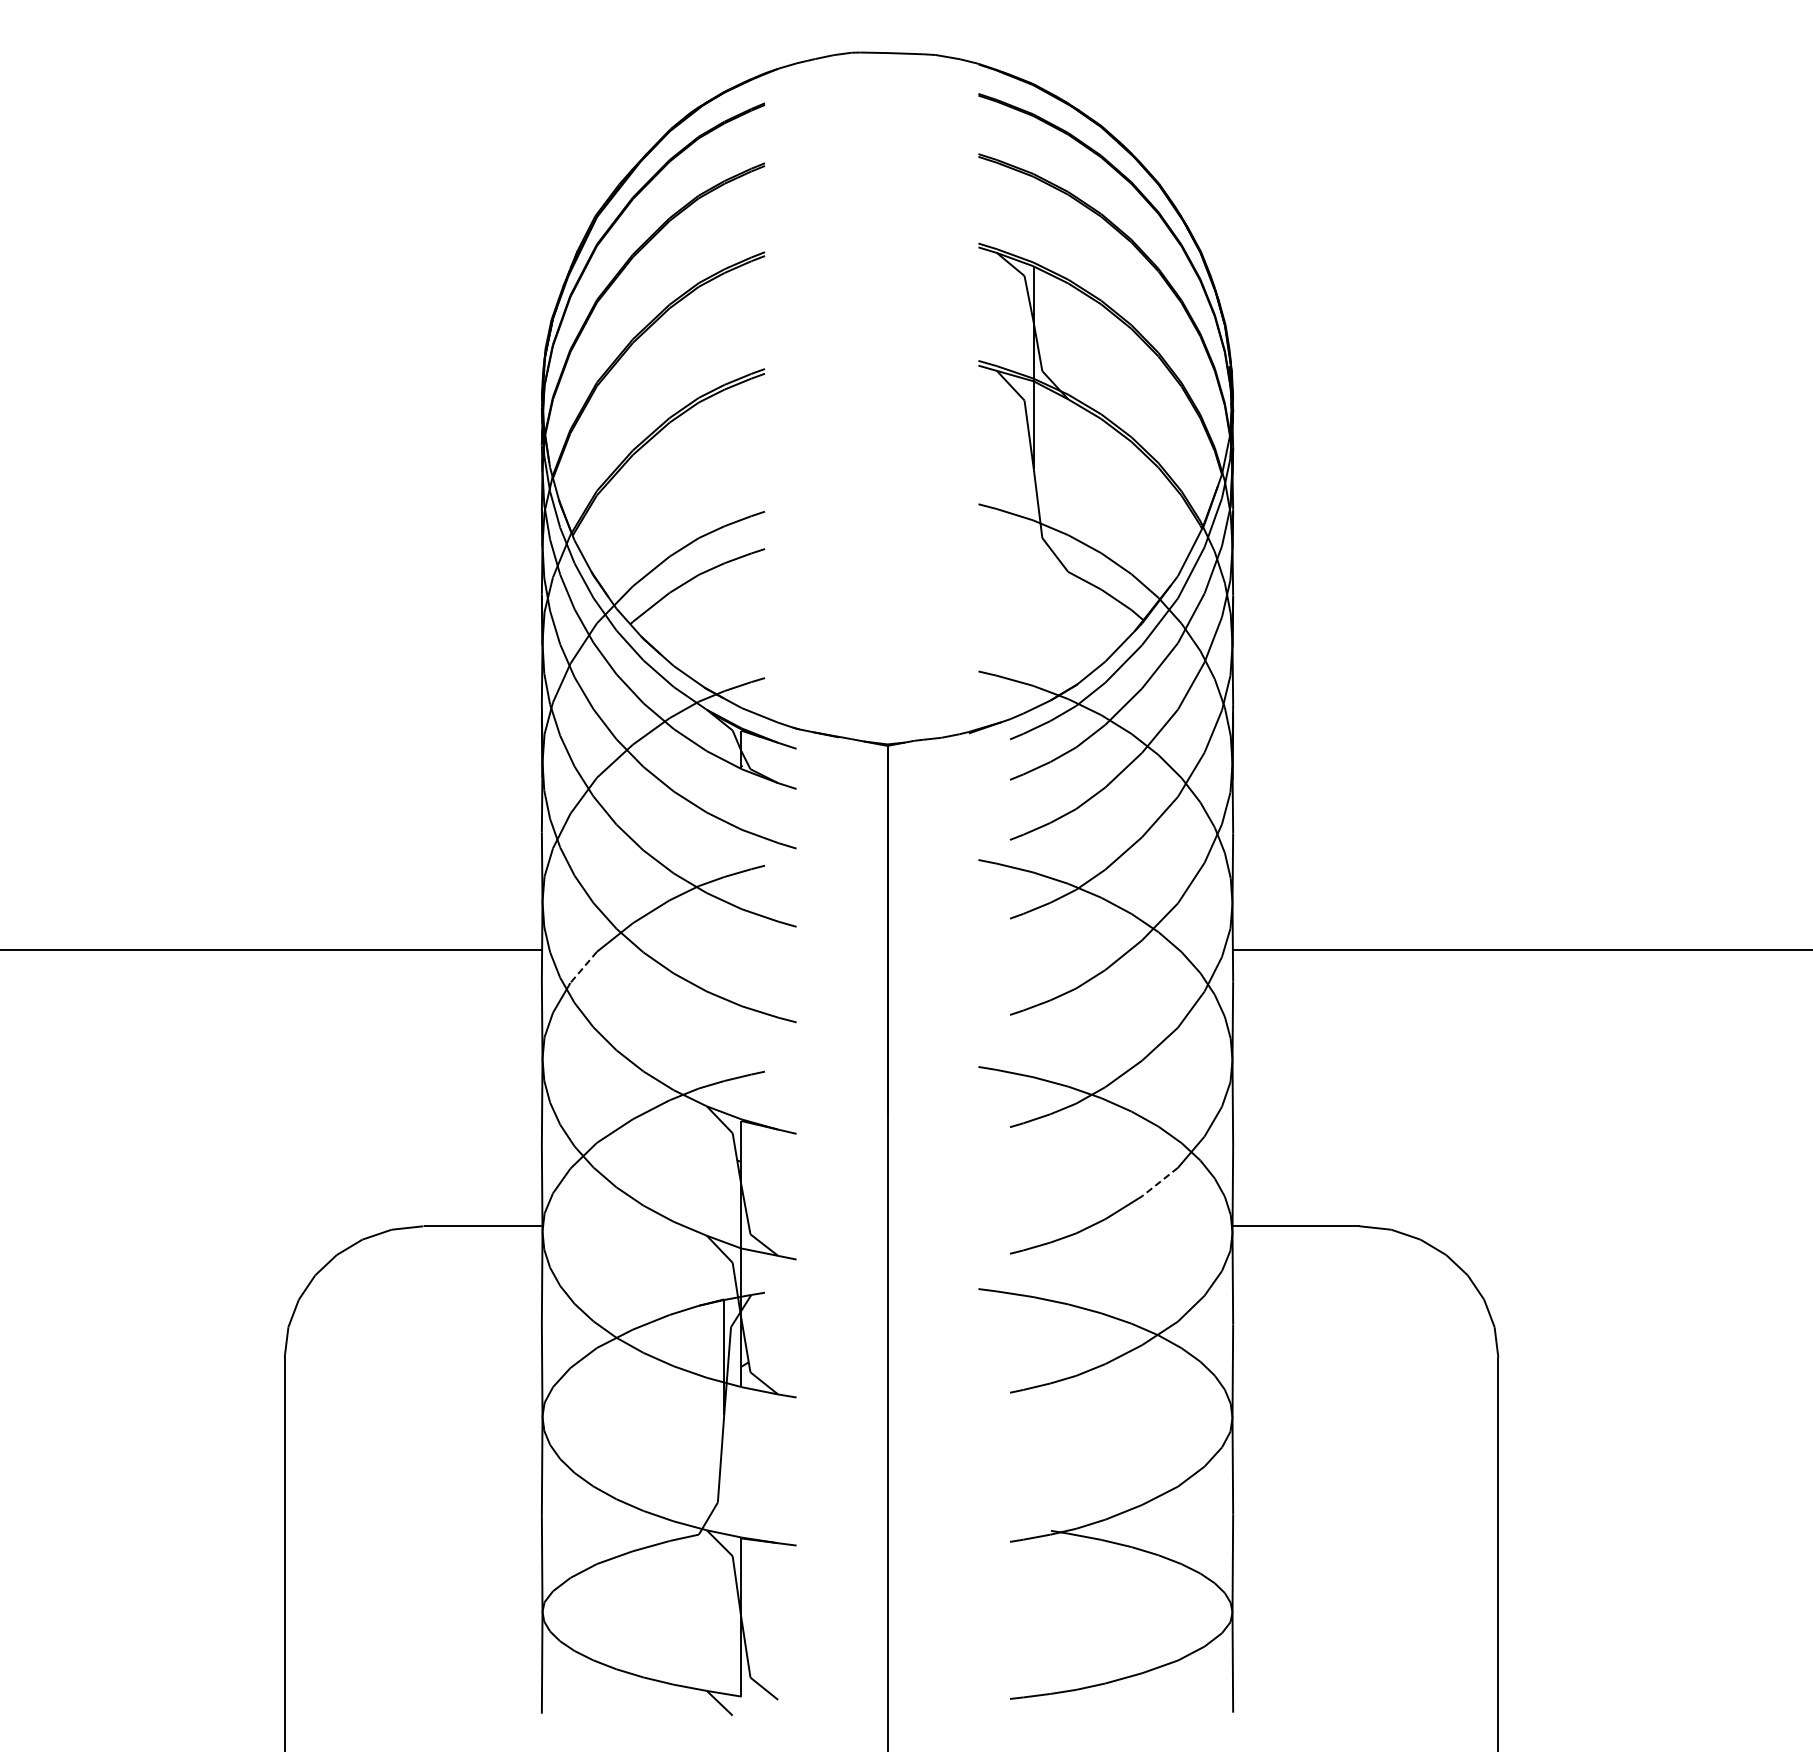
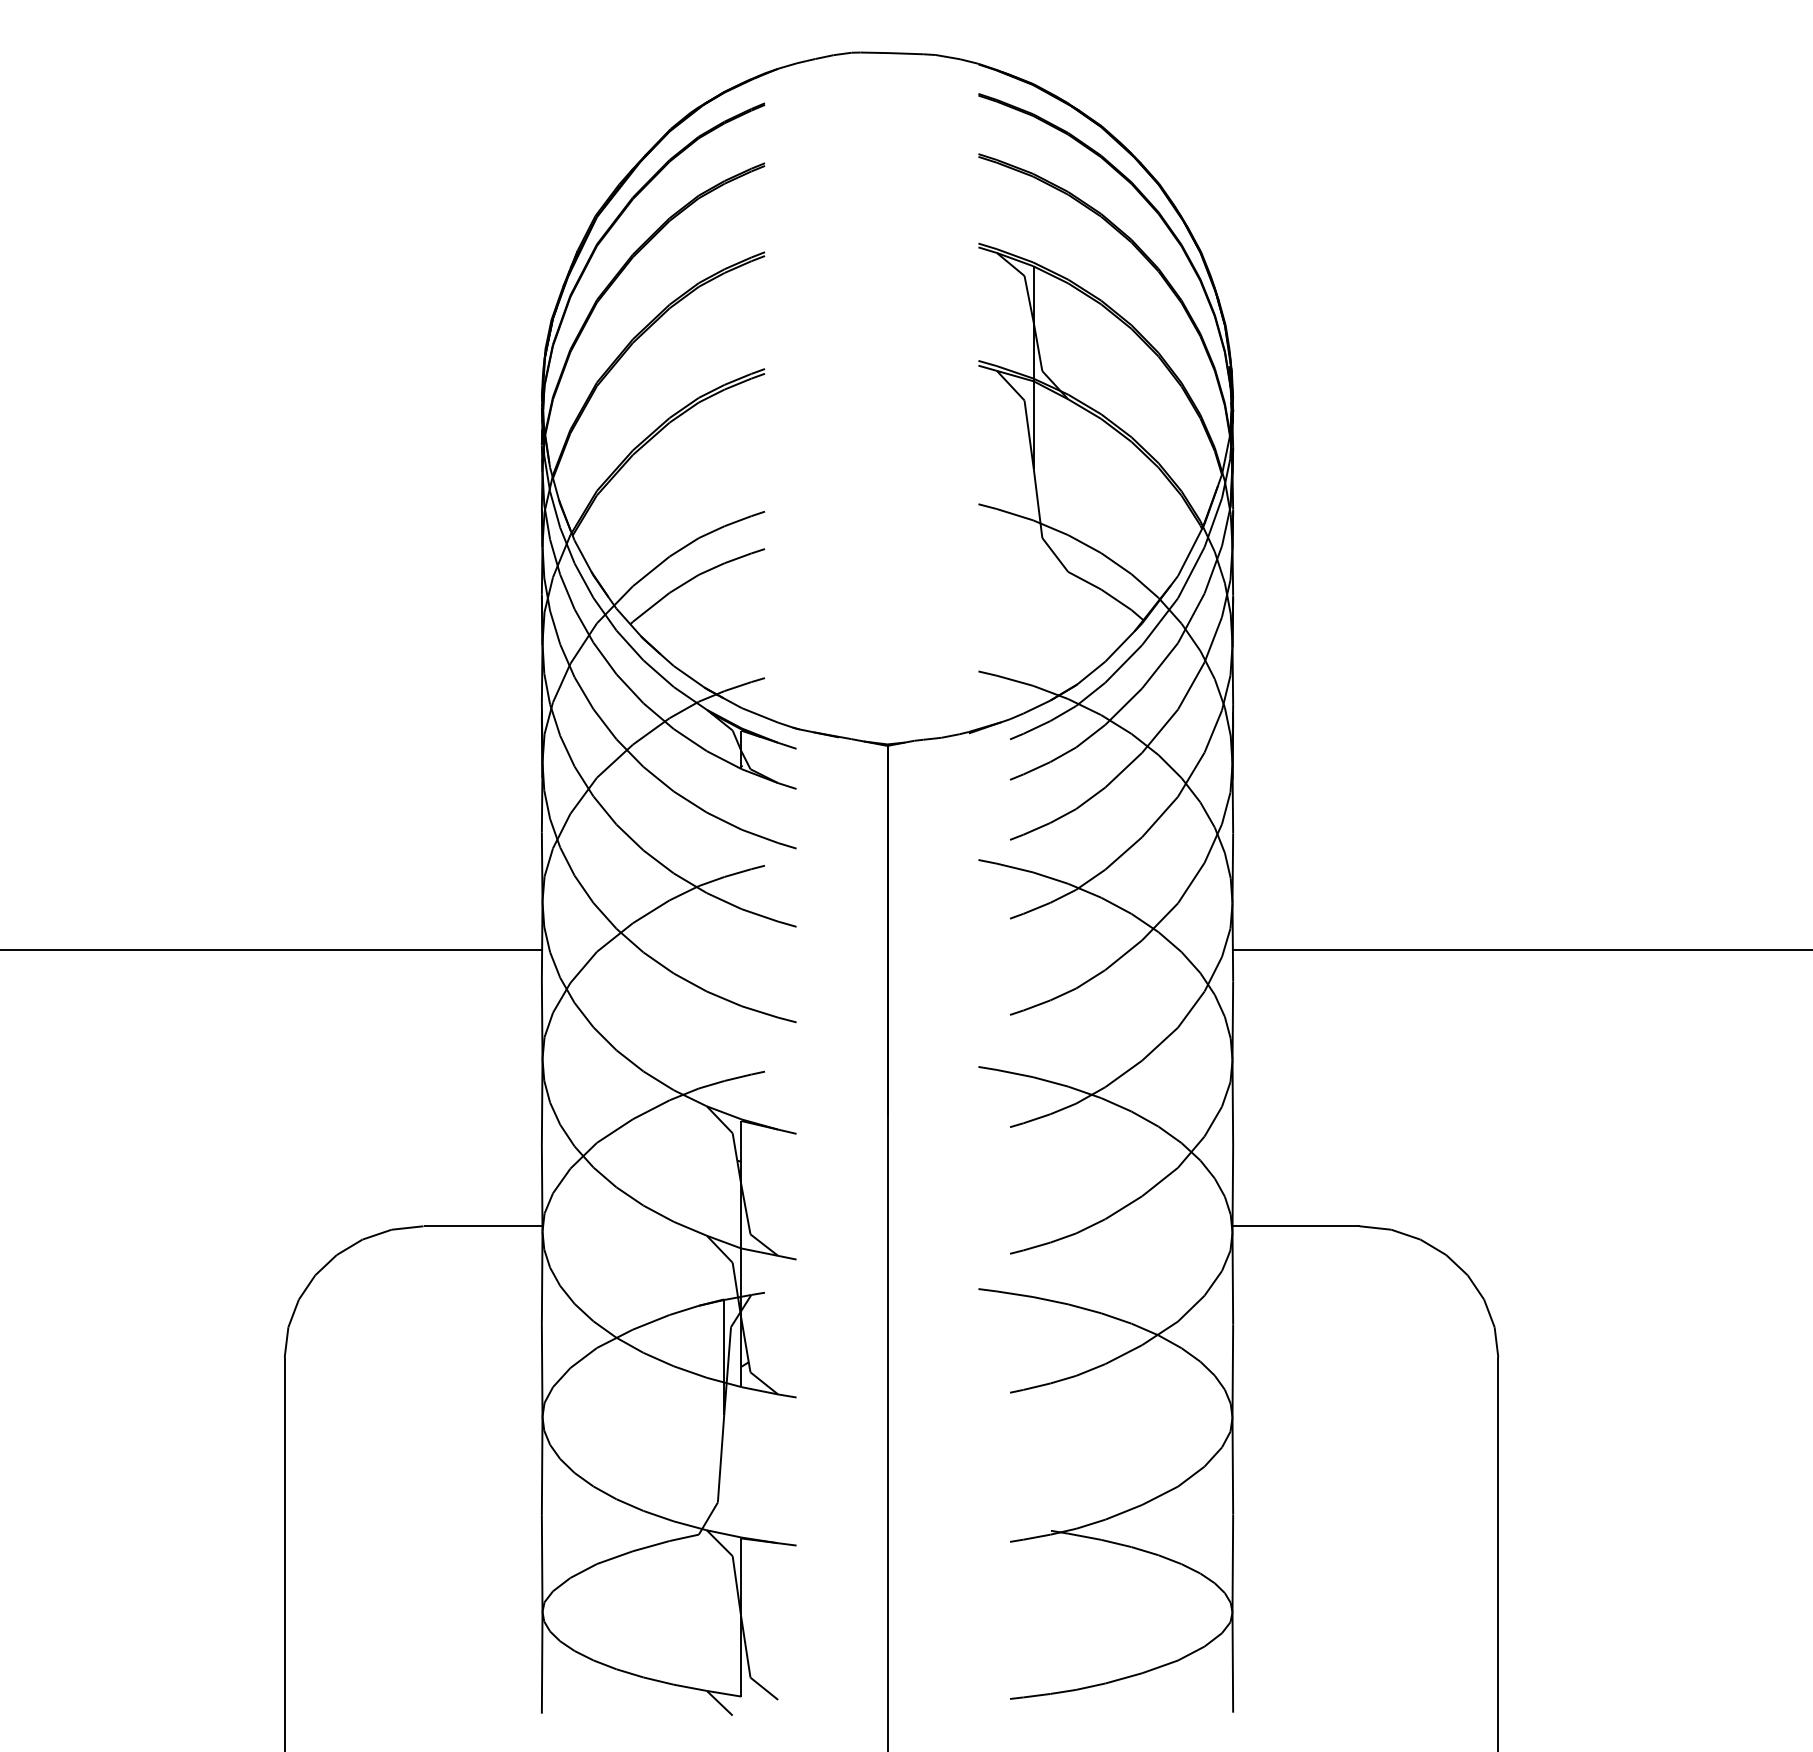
line at (583, 967): dashed -> solid
line at (1160, 1182): dashed -> solid
